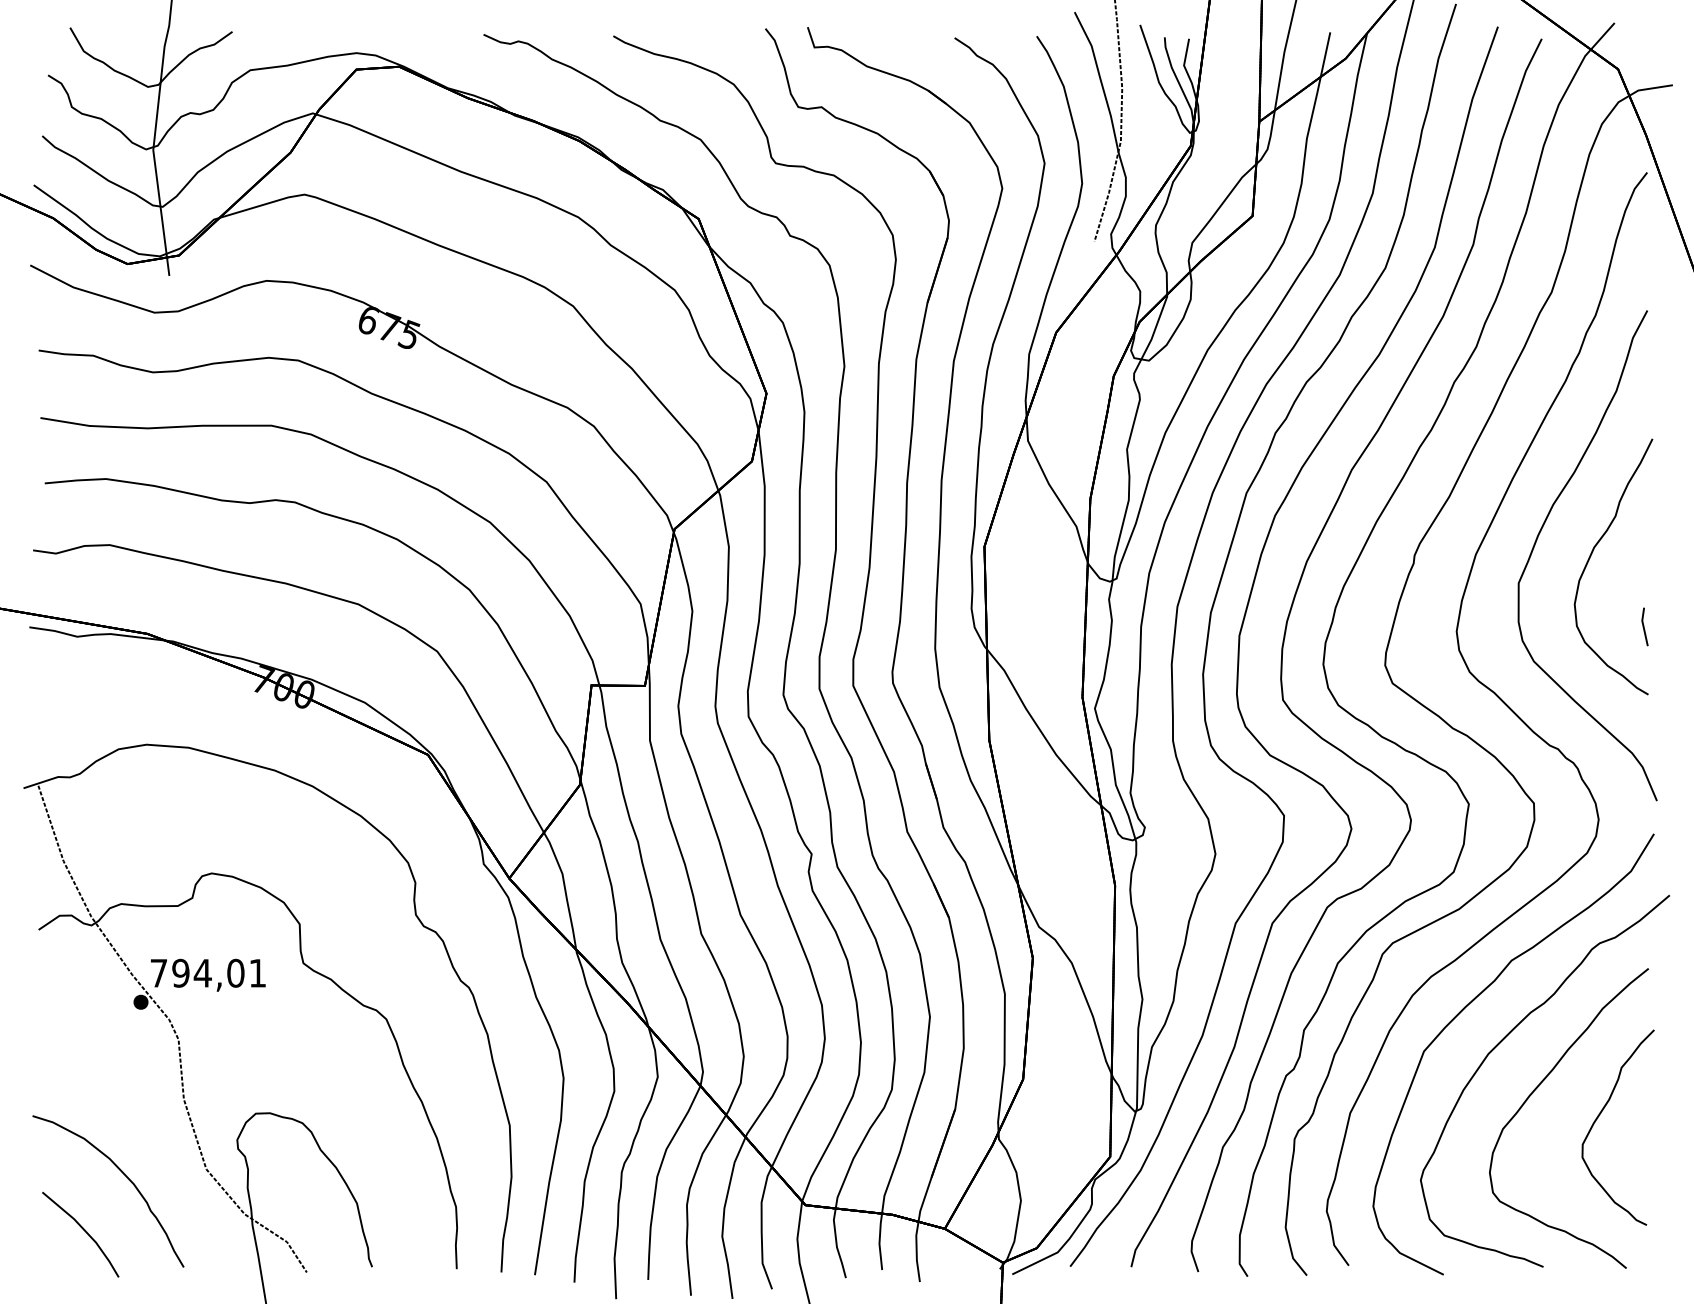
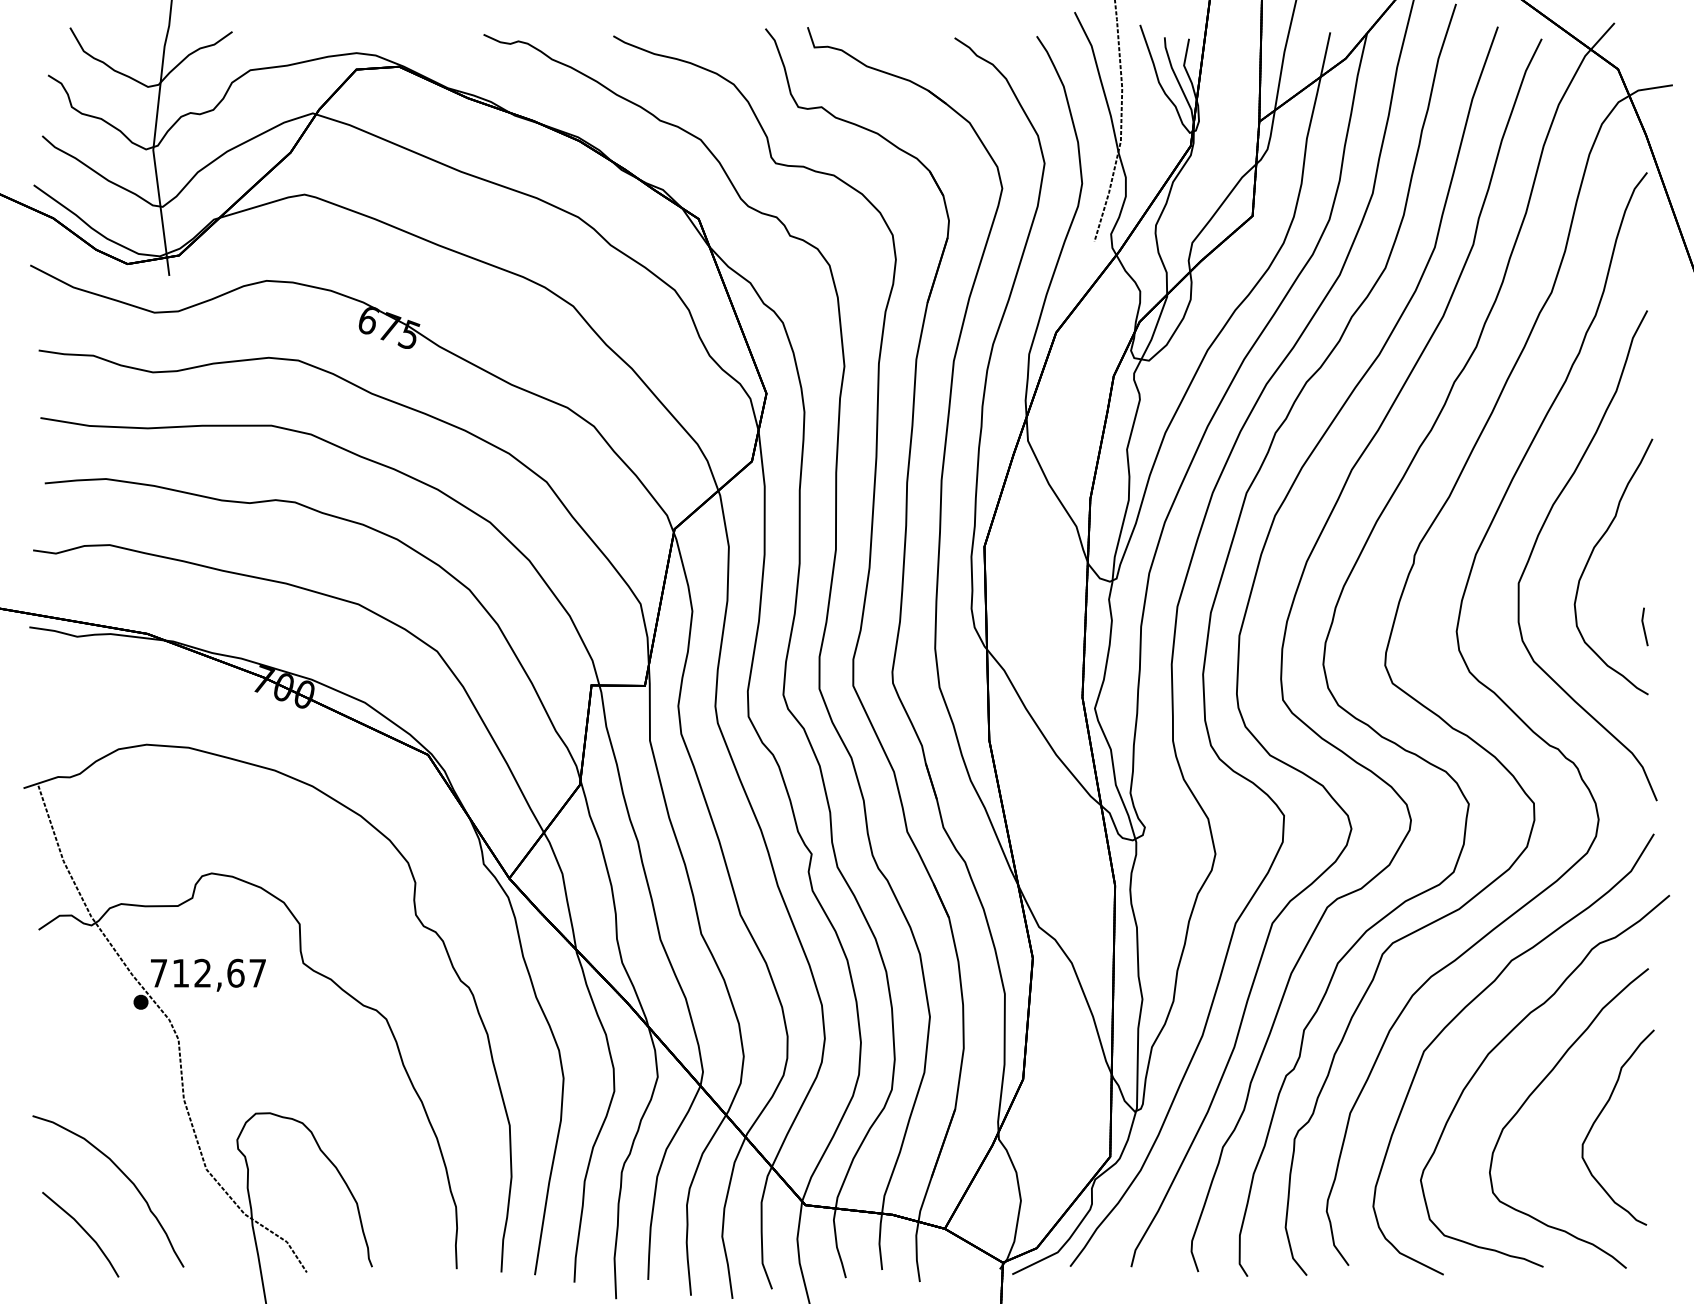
text at (218, 972): 794,01 -> 712,67
